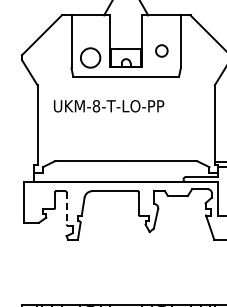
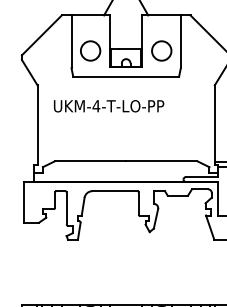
circle at (161, 50) size: 14x14 px -> 22x22 px
circle at (90, 57) position: (90, 57) -> (90, 50)
text at (96, 106): UKM-8-T-LO-PP -> UKM-4-T-LO-PP
line at (66, 208): dashed -> solid
